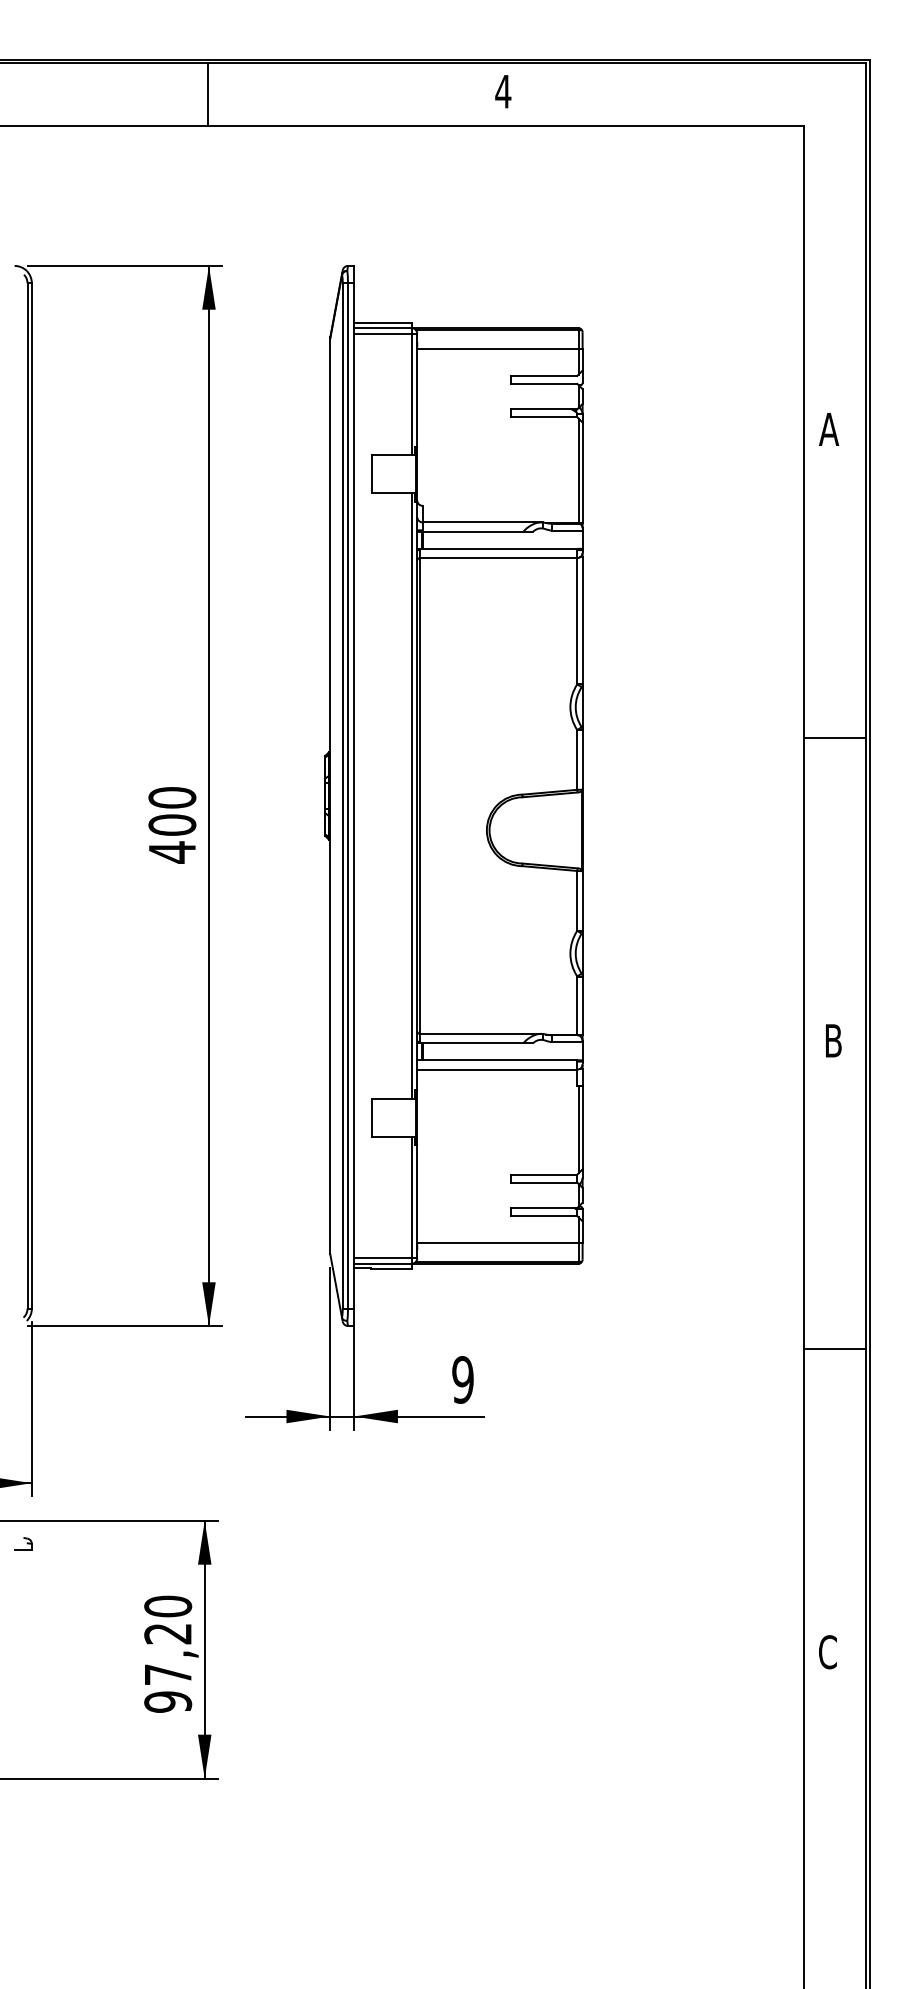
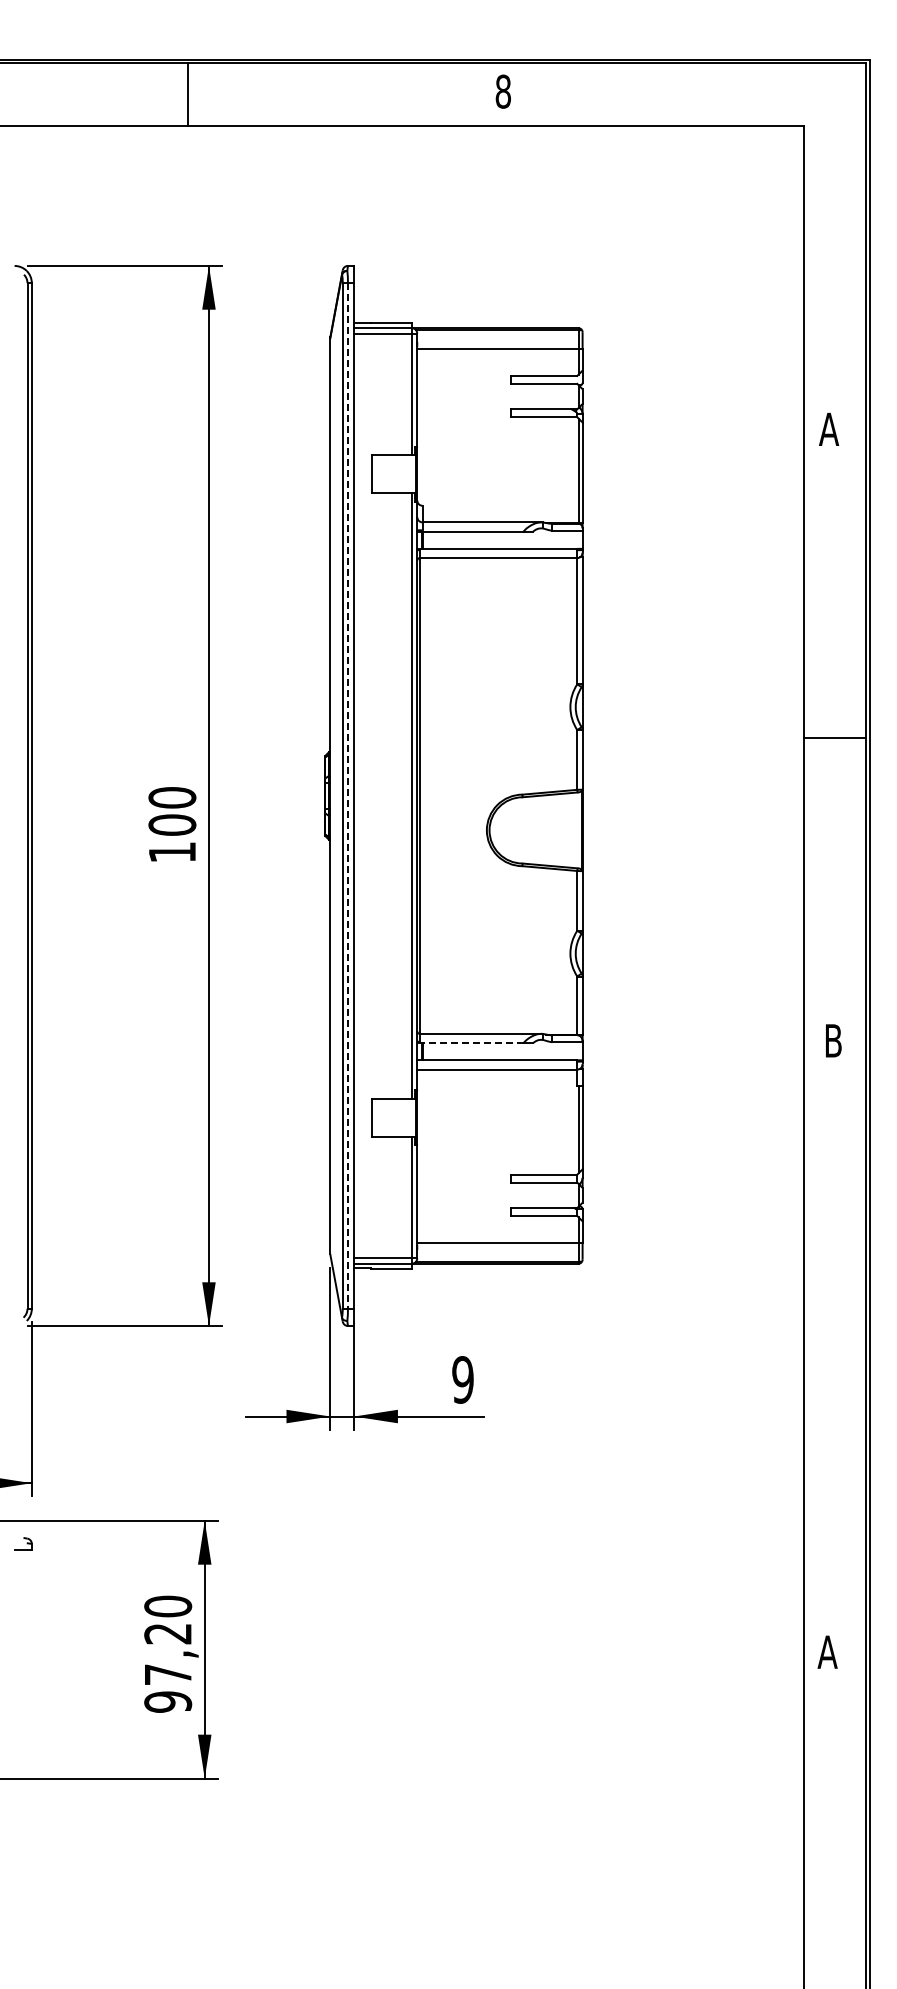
text at (503, 91): 4 -> 8
line at (207, 94) position: (207, 94) -> (187, 94)
line at (347, 795): solid -> dashed
text at (172, 852): 400 -> 100
line at (469, 1043): solid -> dashed
line at (834, 1349): present -> none
text at (827, 1652): C -> A
